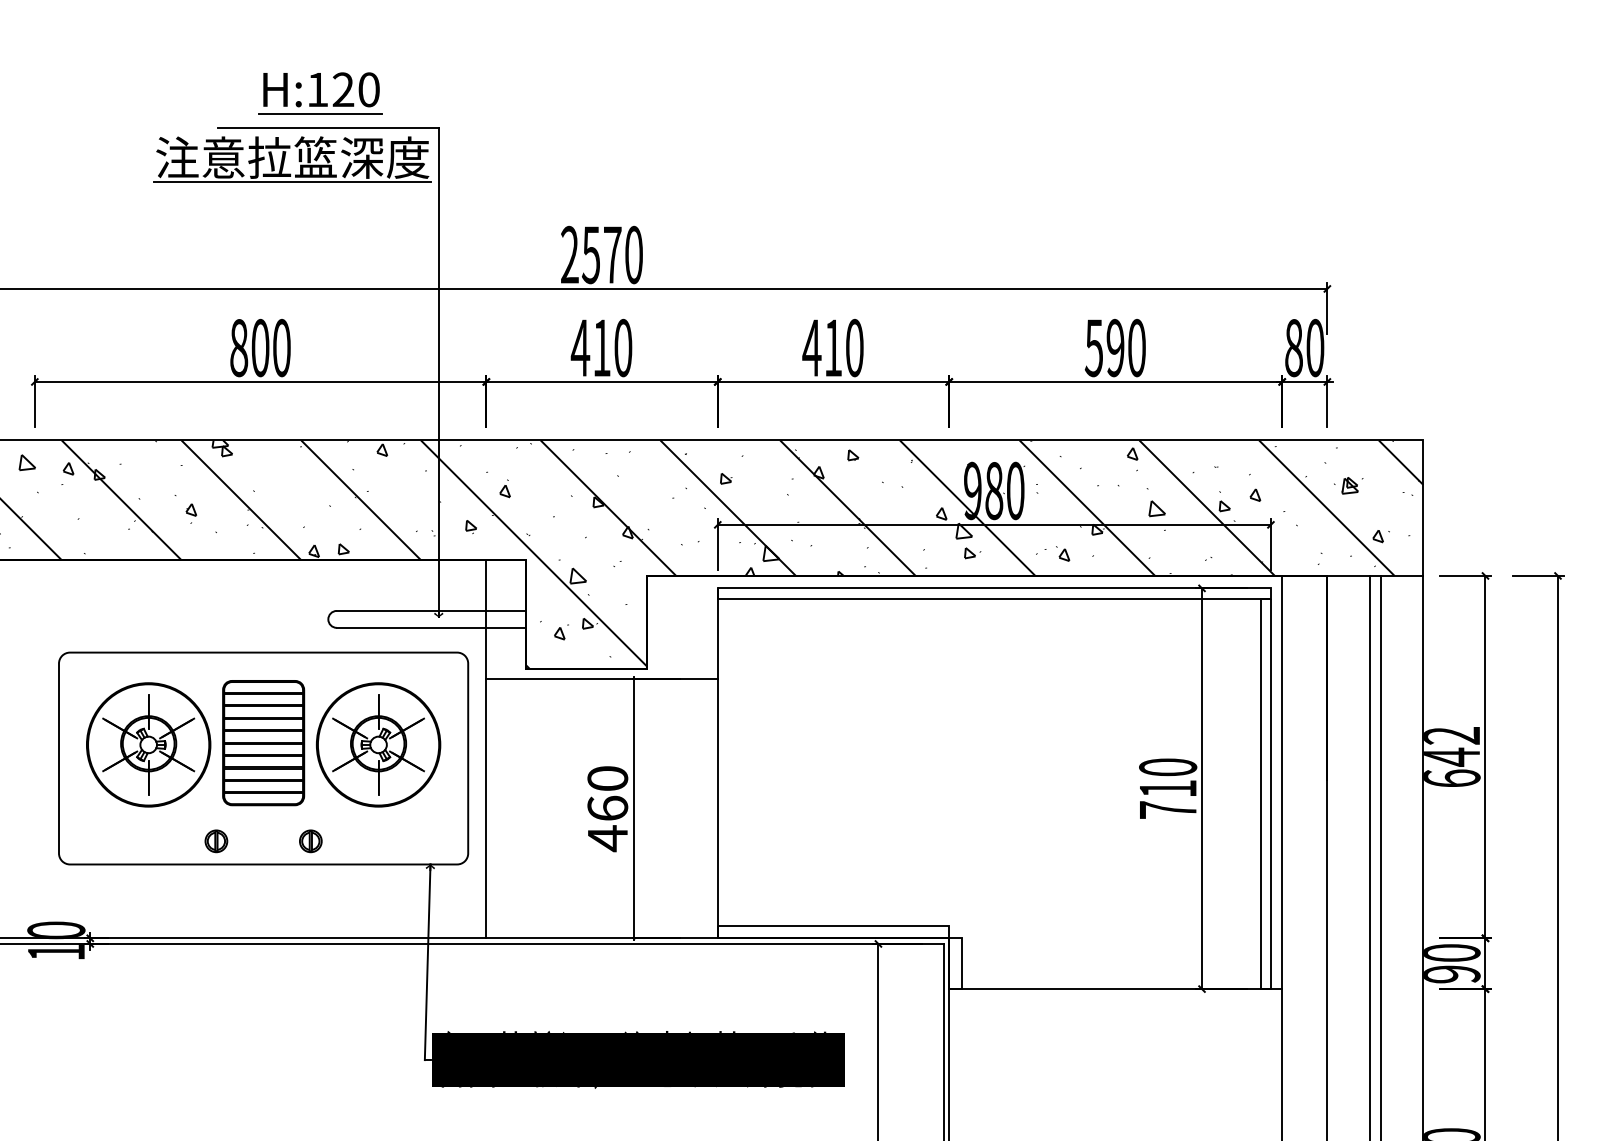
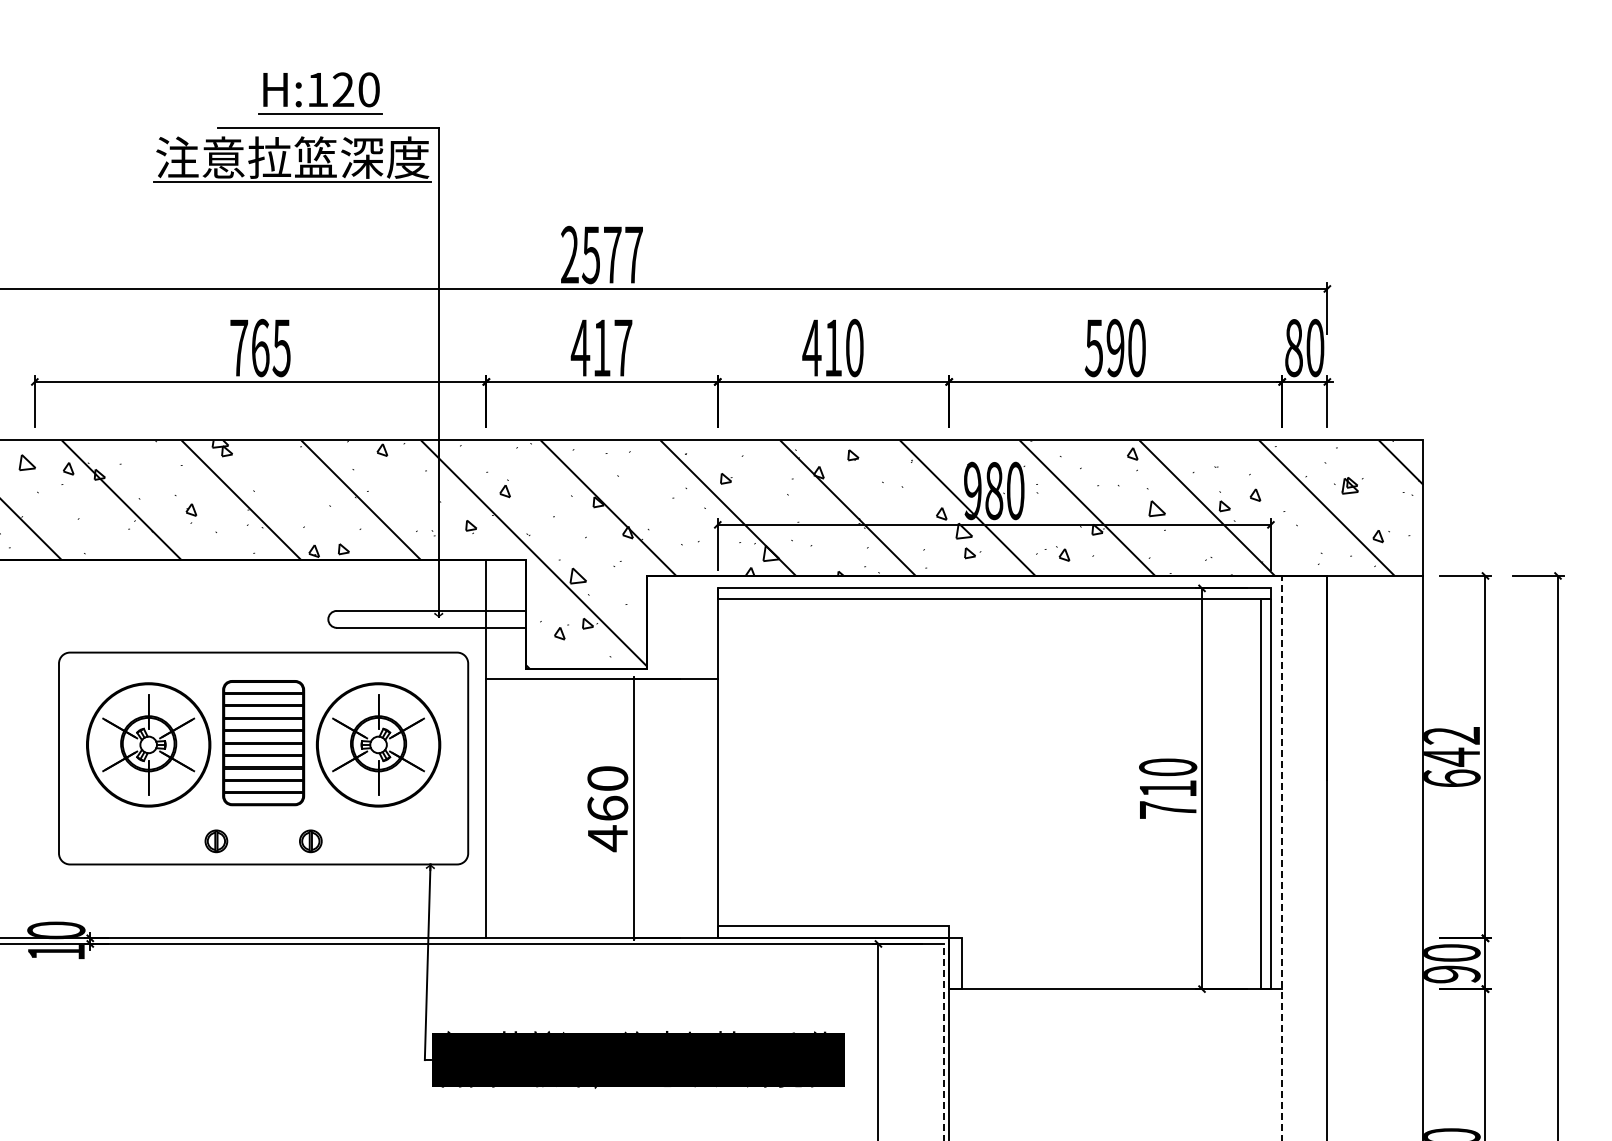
text at (633, 254): 2570 -> 2577
text at (260, 347): 800 -> 765
text at (623, 347): 410 -> 417
line at (1369, 856): present -> none
line at (1380, 856): present -> none
line at (1282, 857): solid -> dashed
line at (943, 1041): solid -> dashed
